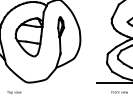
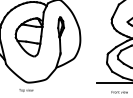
text at (14, 92) position: (14, 92) -> (26, 90)
